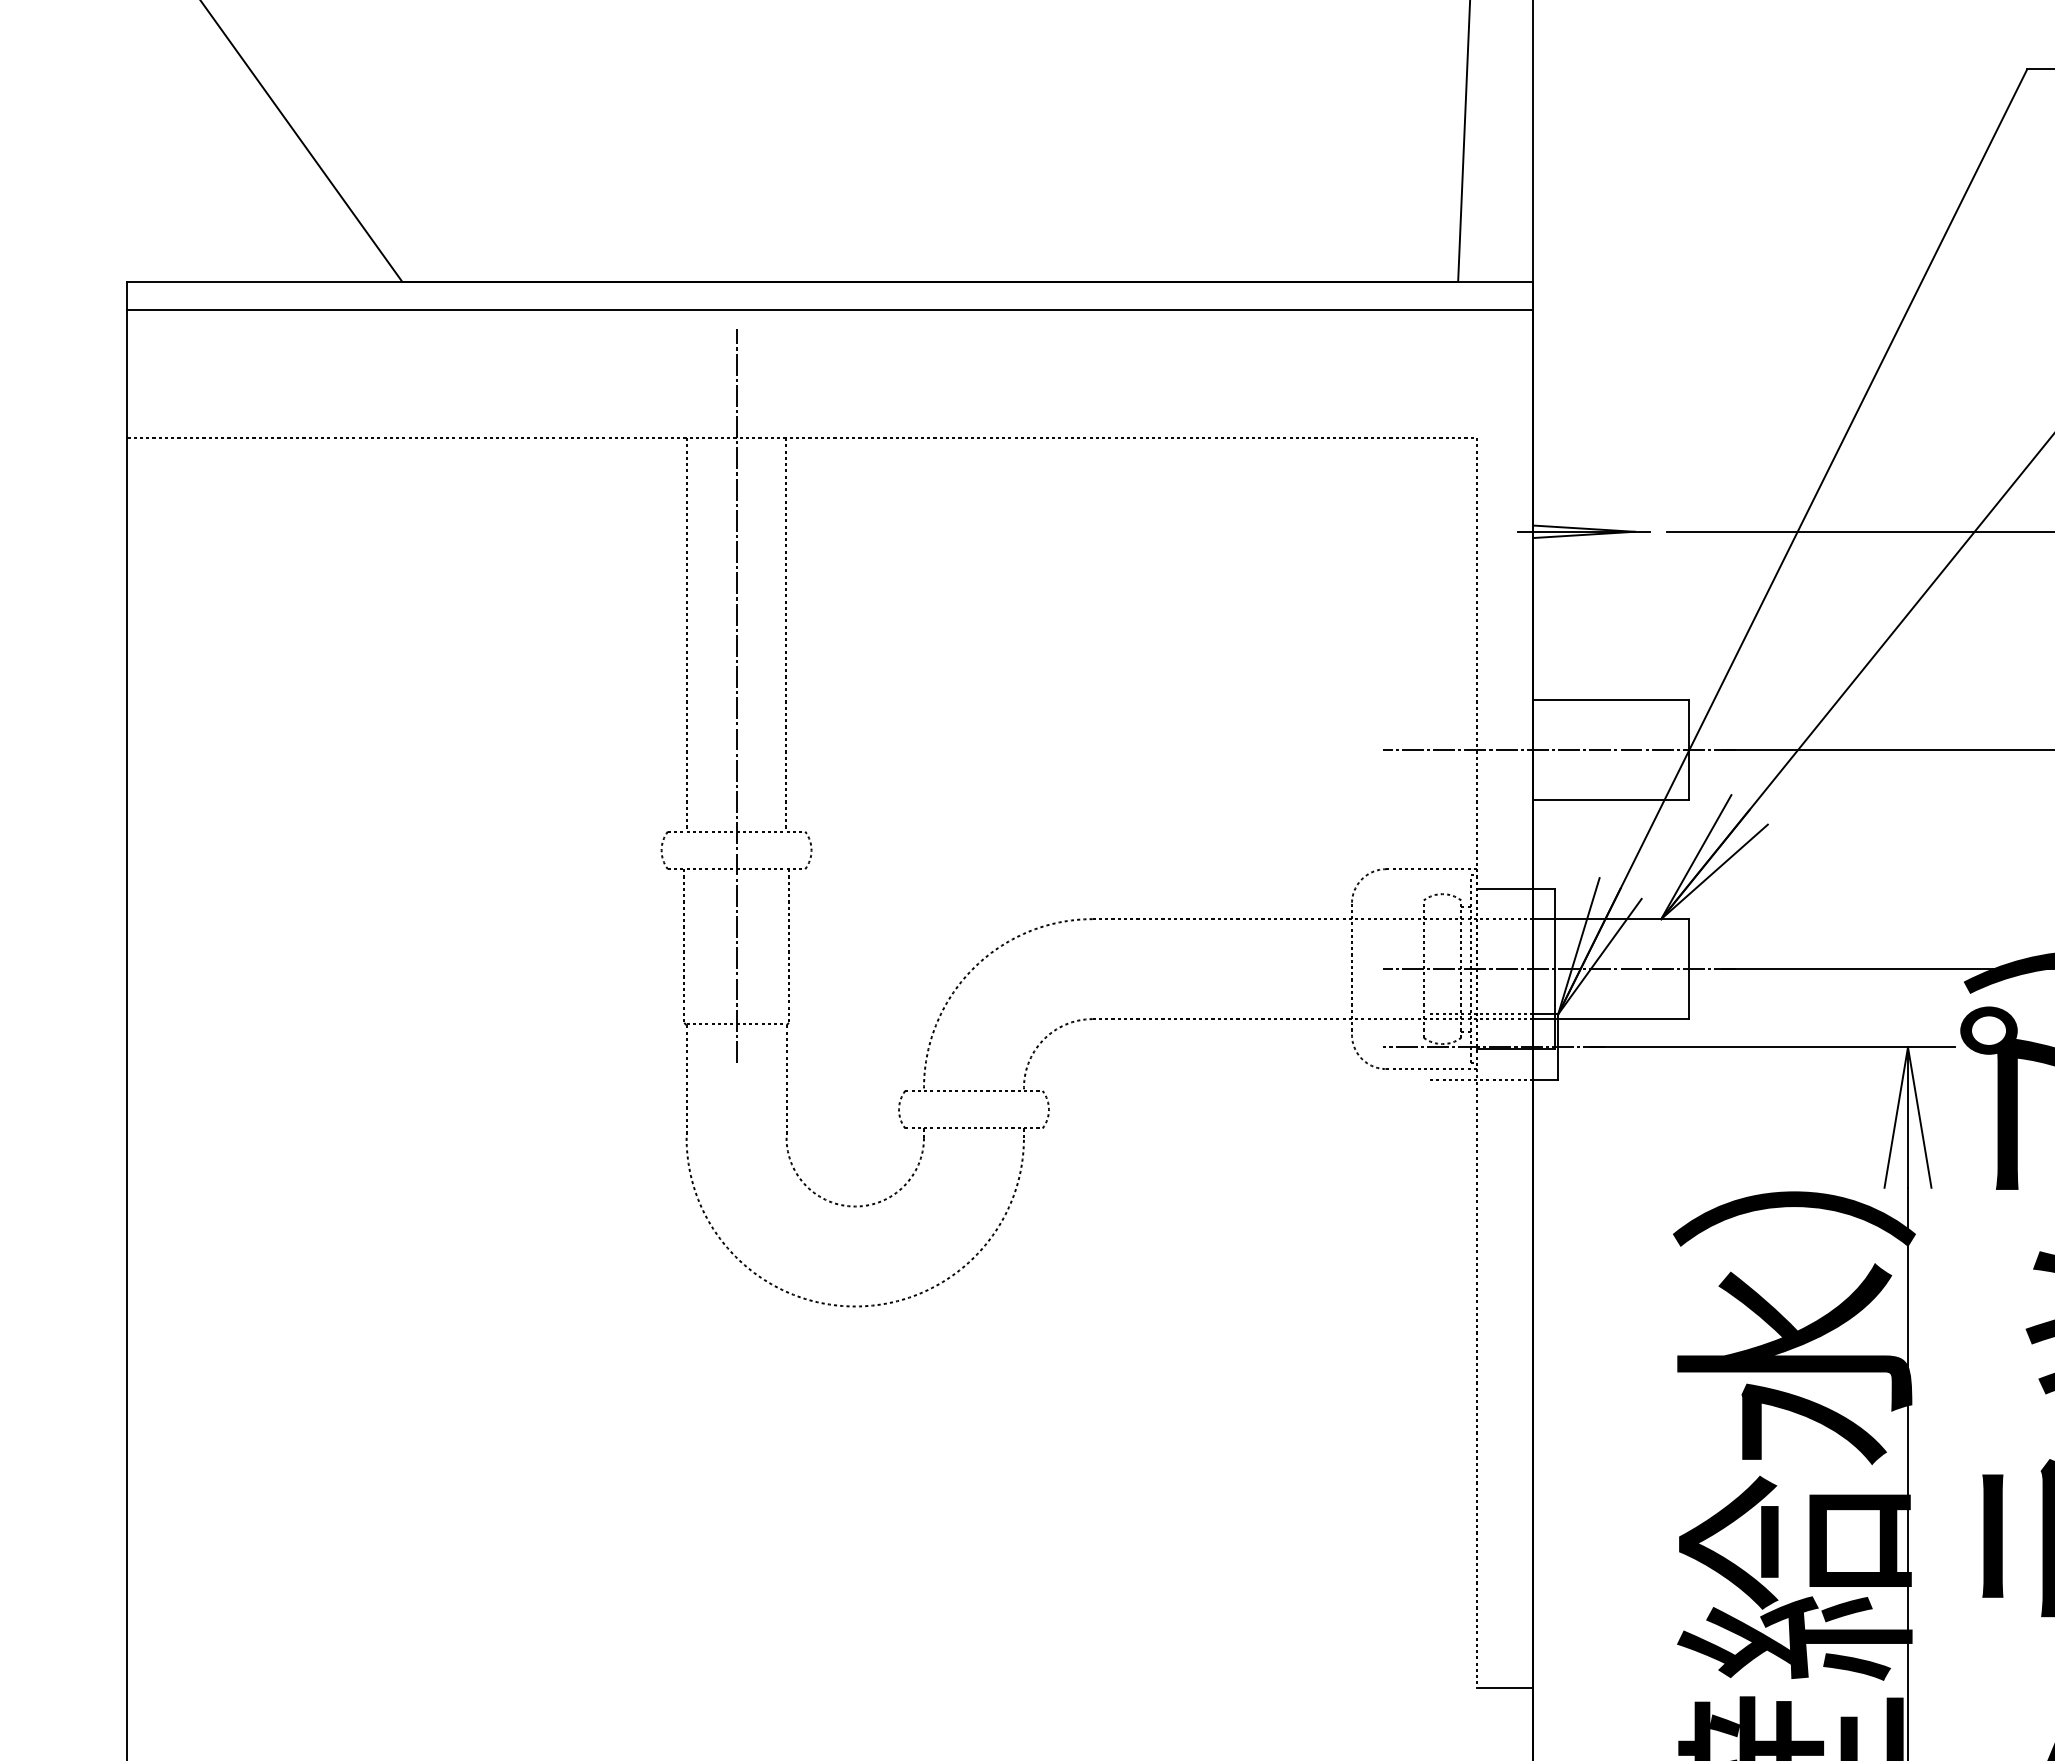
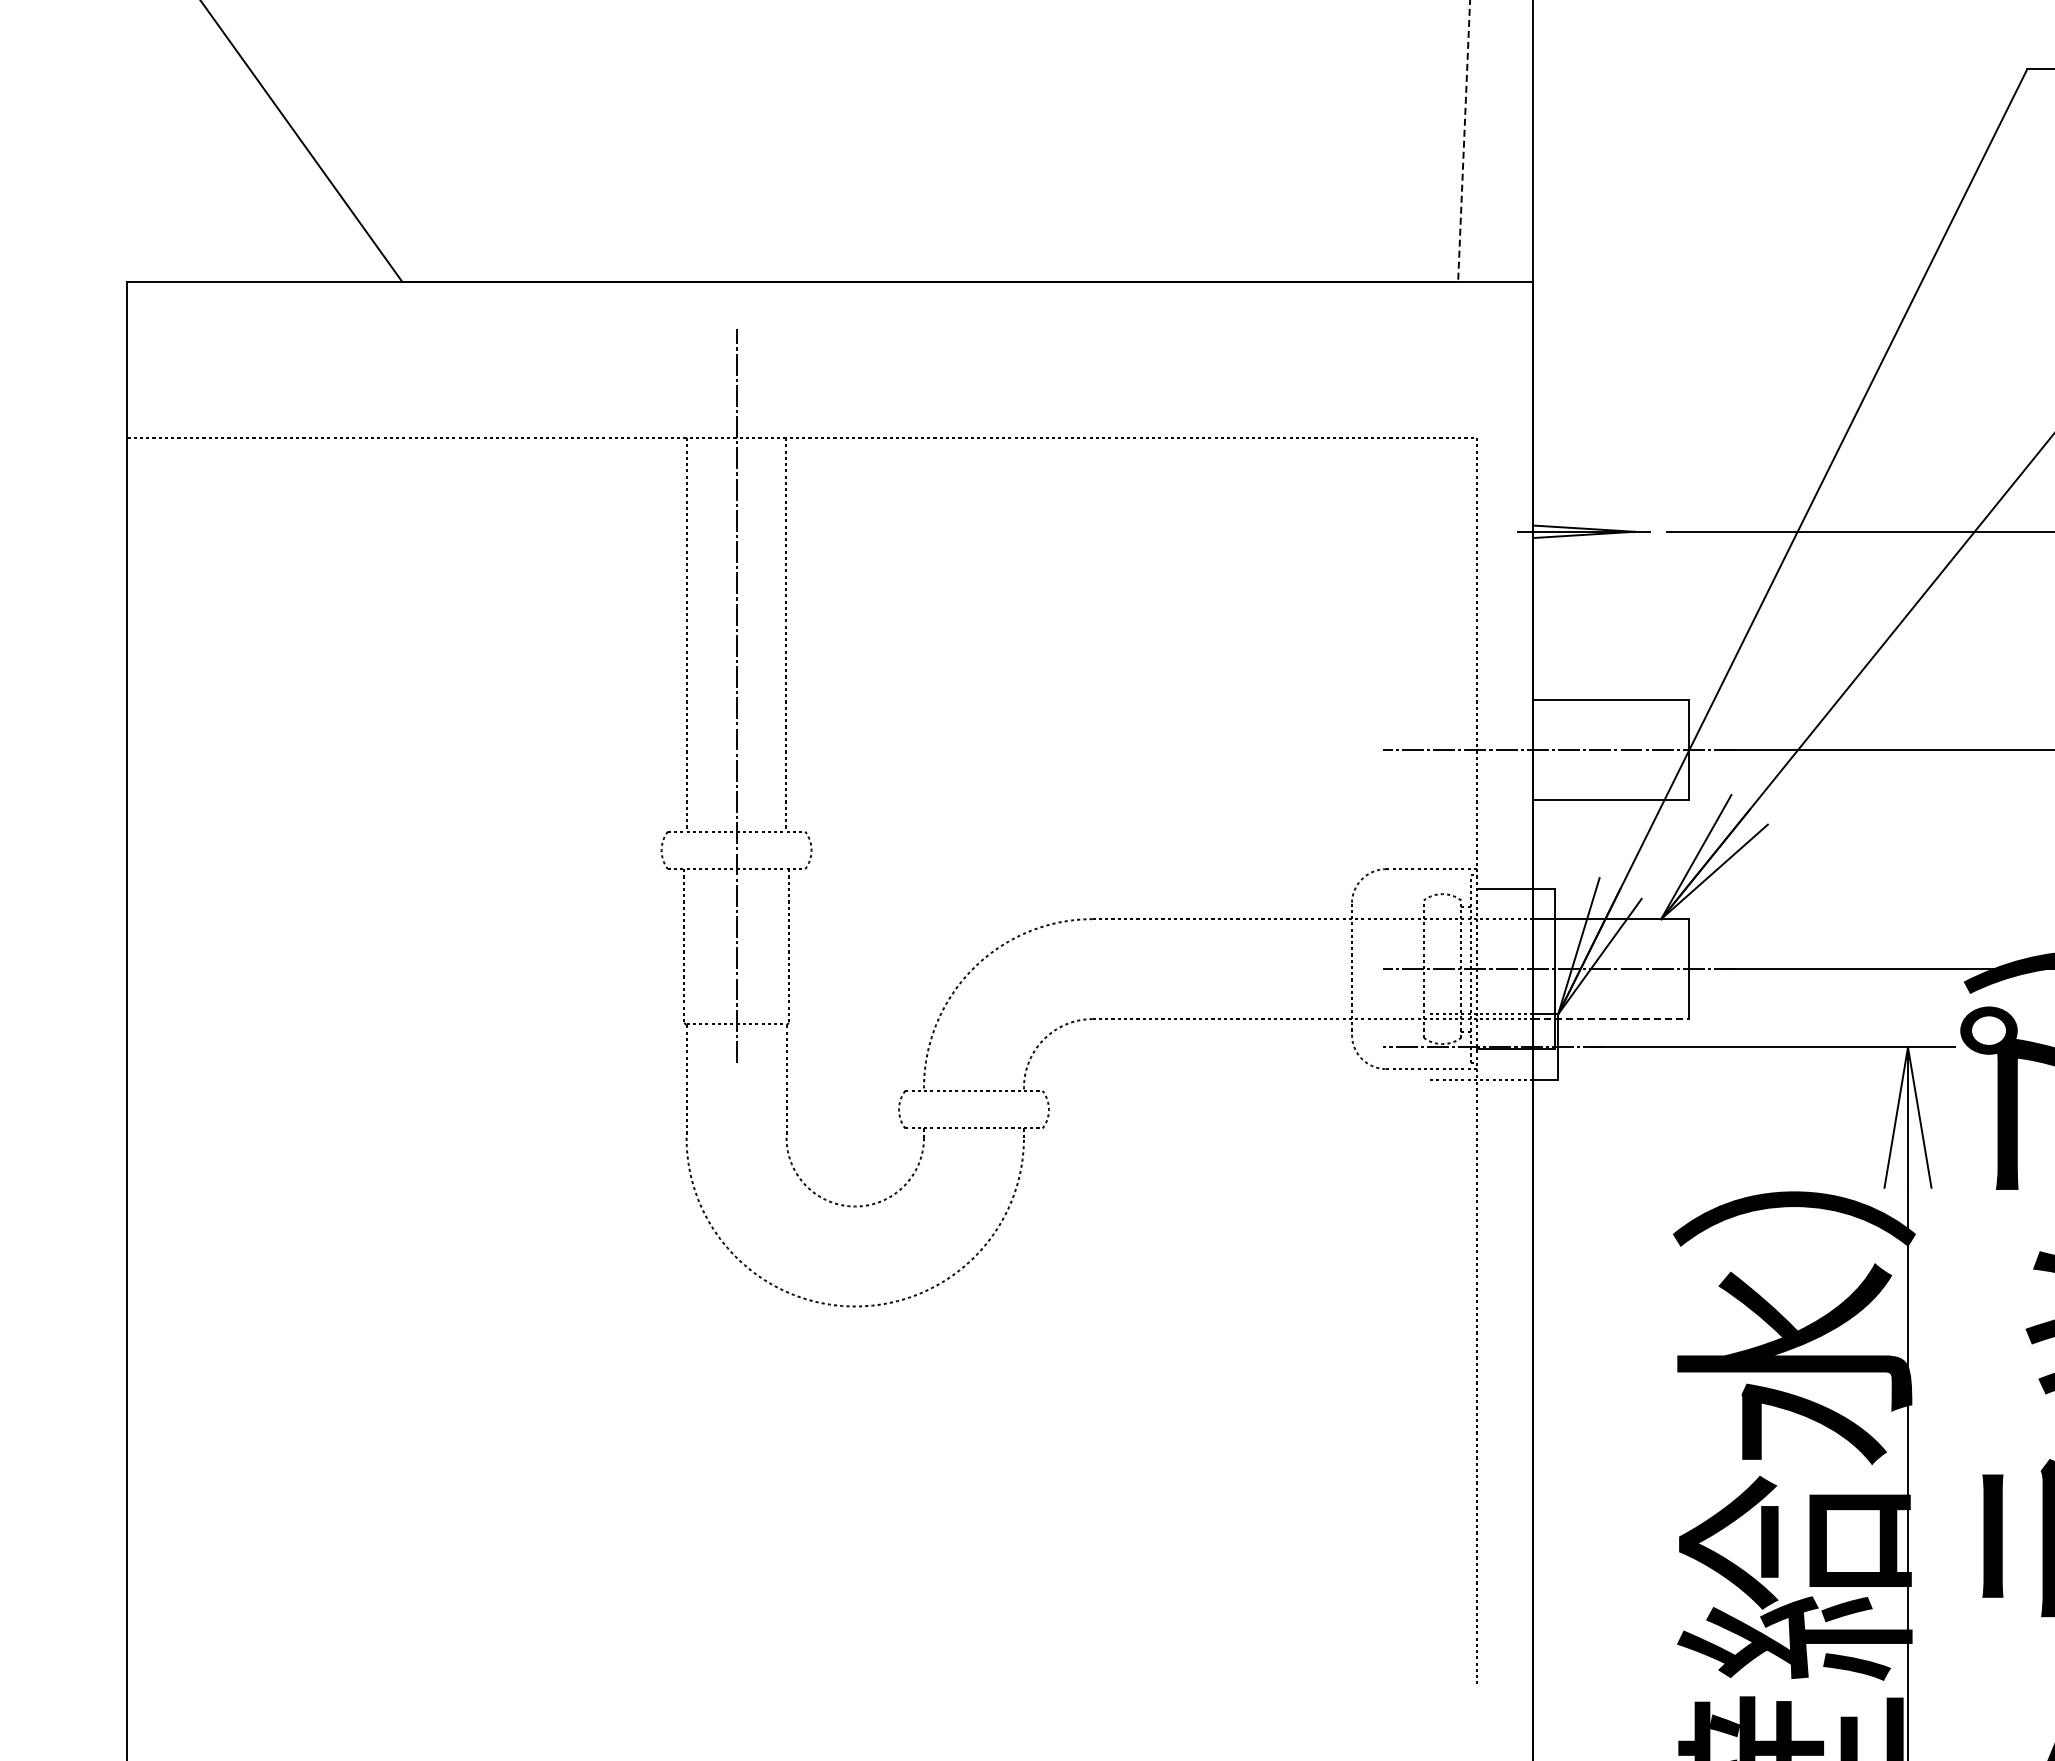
line at (1464, 141): solid -> dashed
line at (830, 310): present -> none
line at (1611, 1019): solid -> dashed
line at (1504, 1687): present -> none
